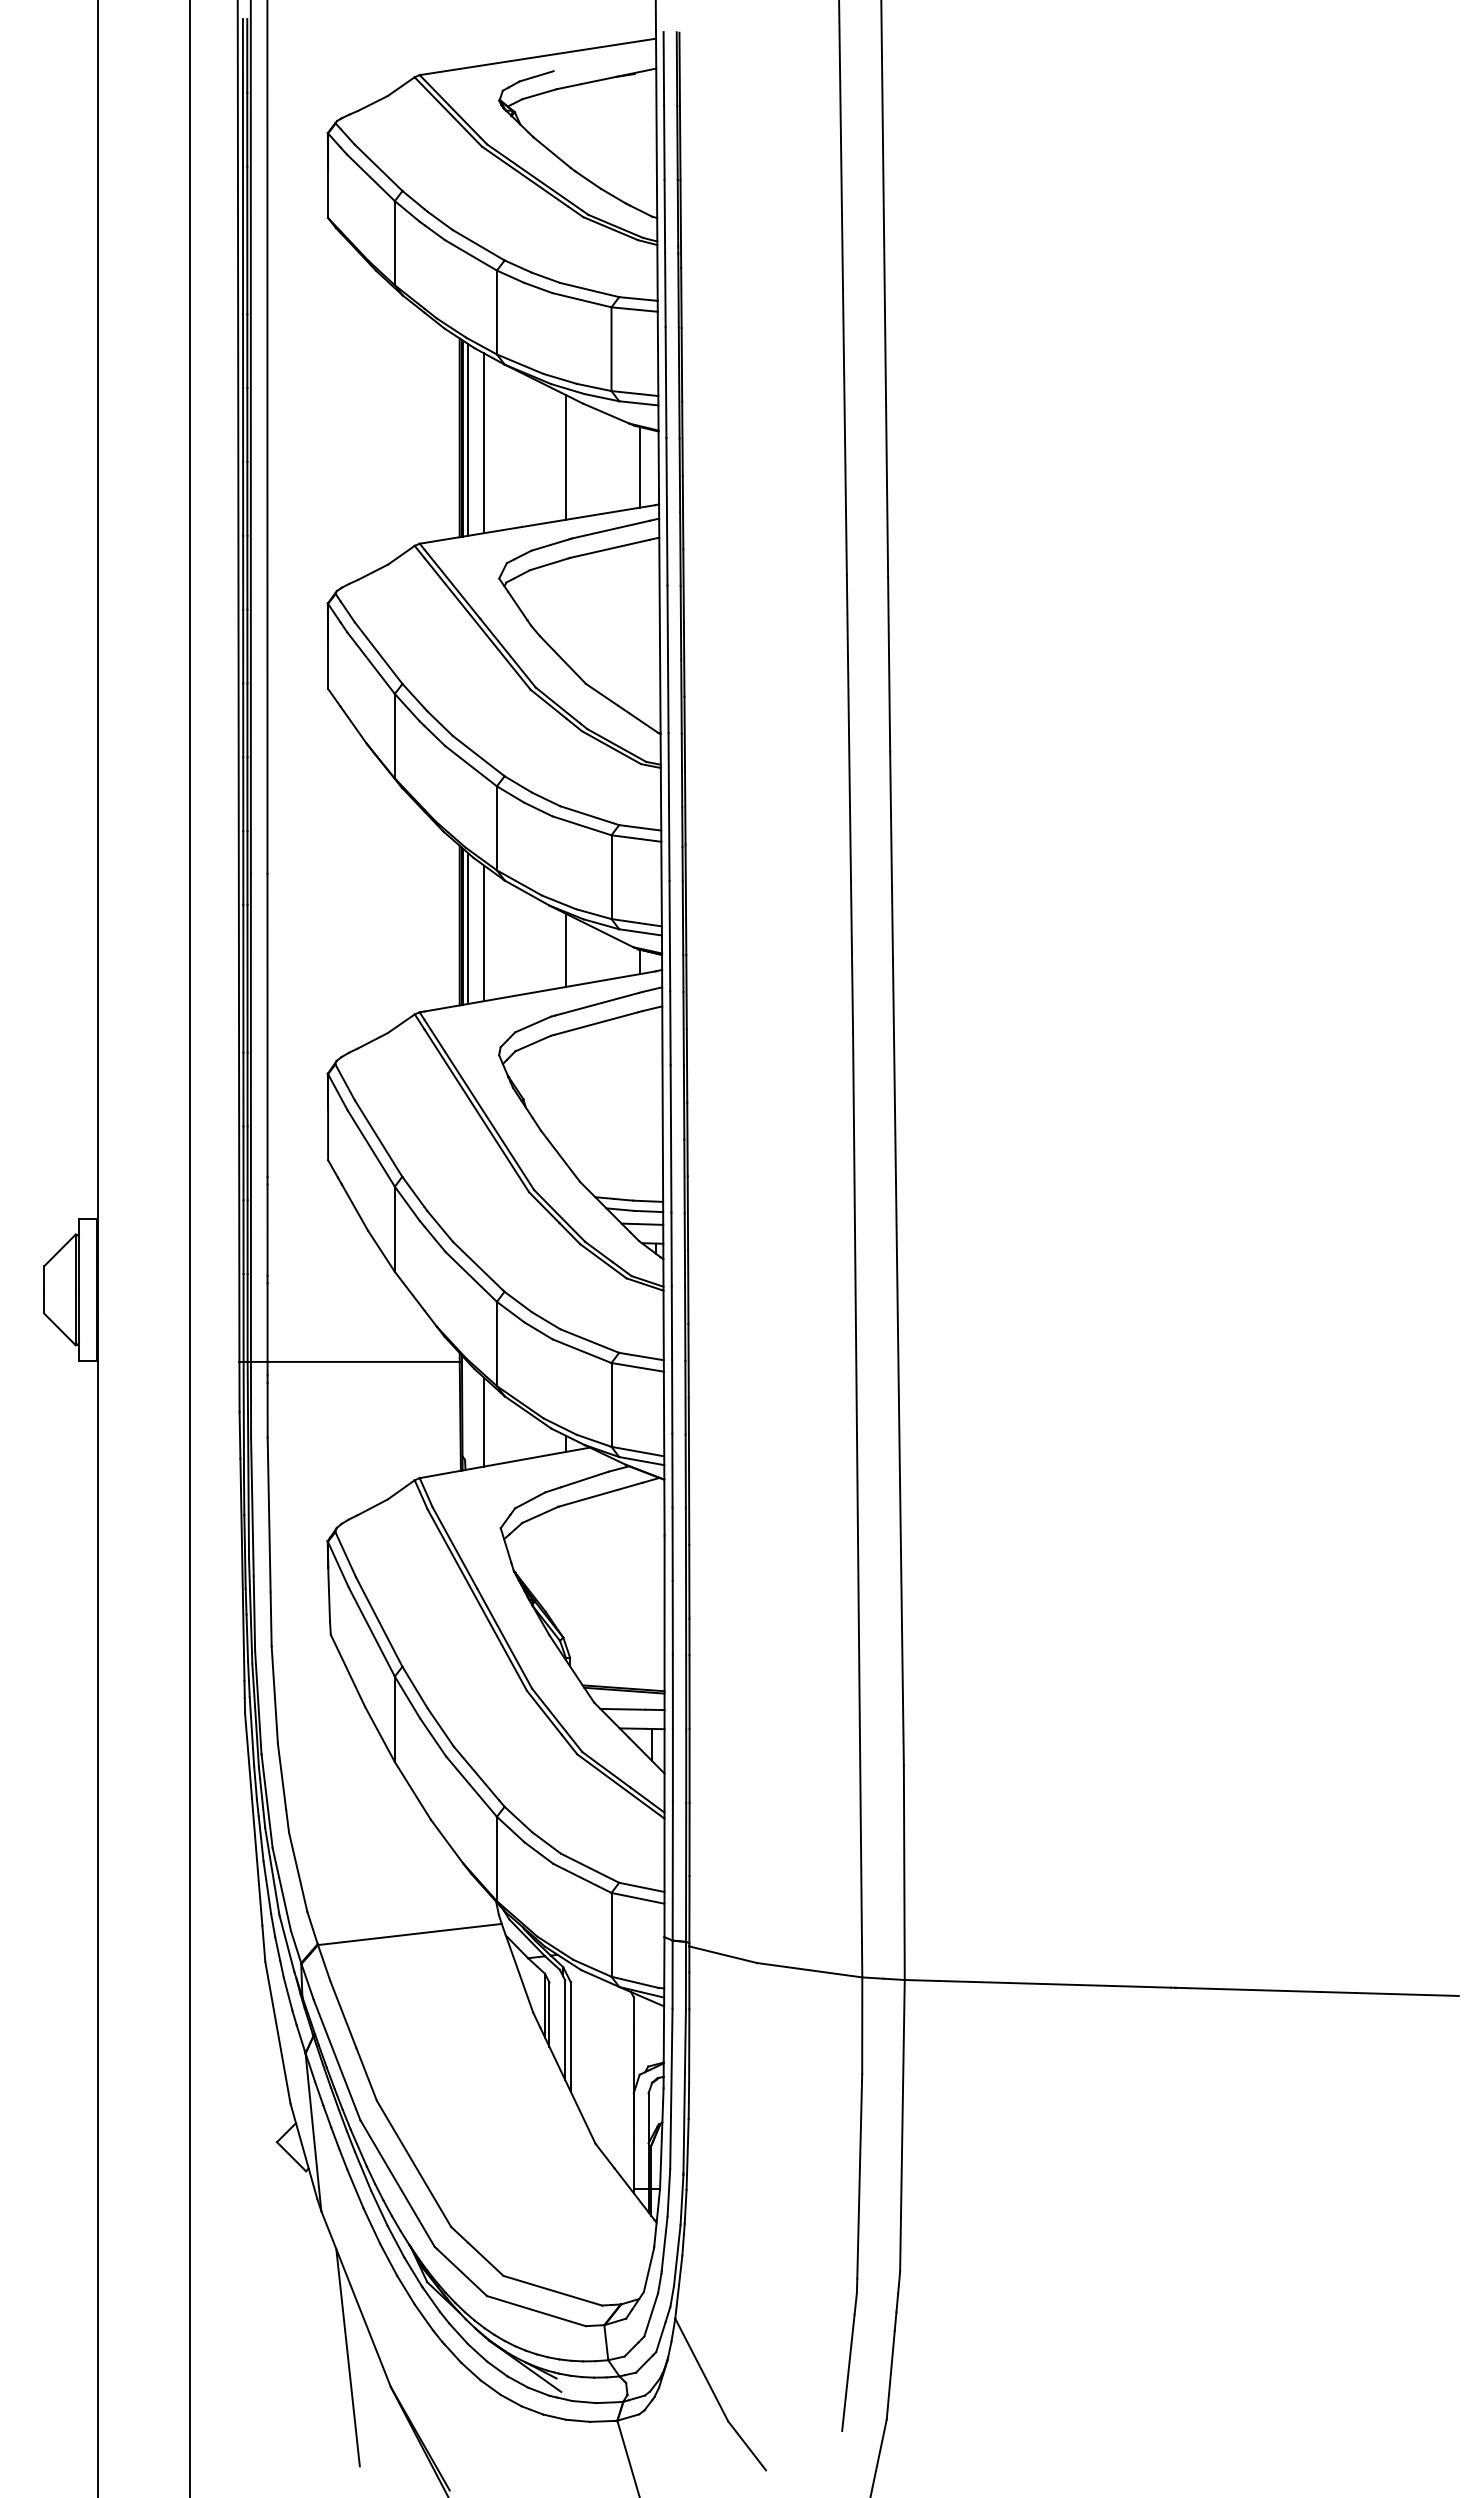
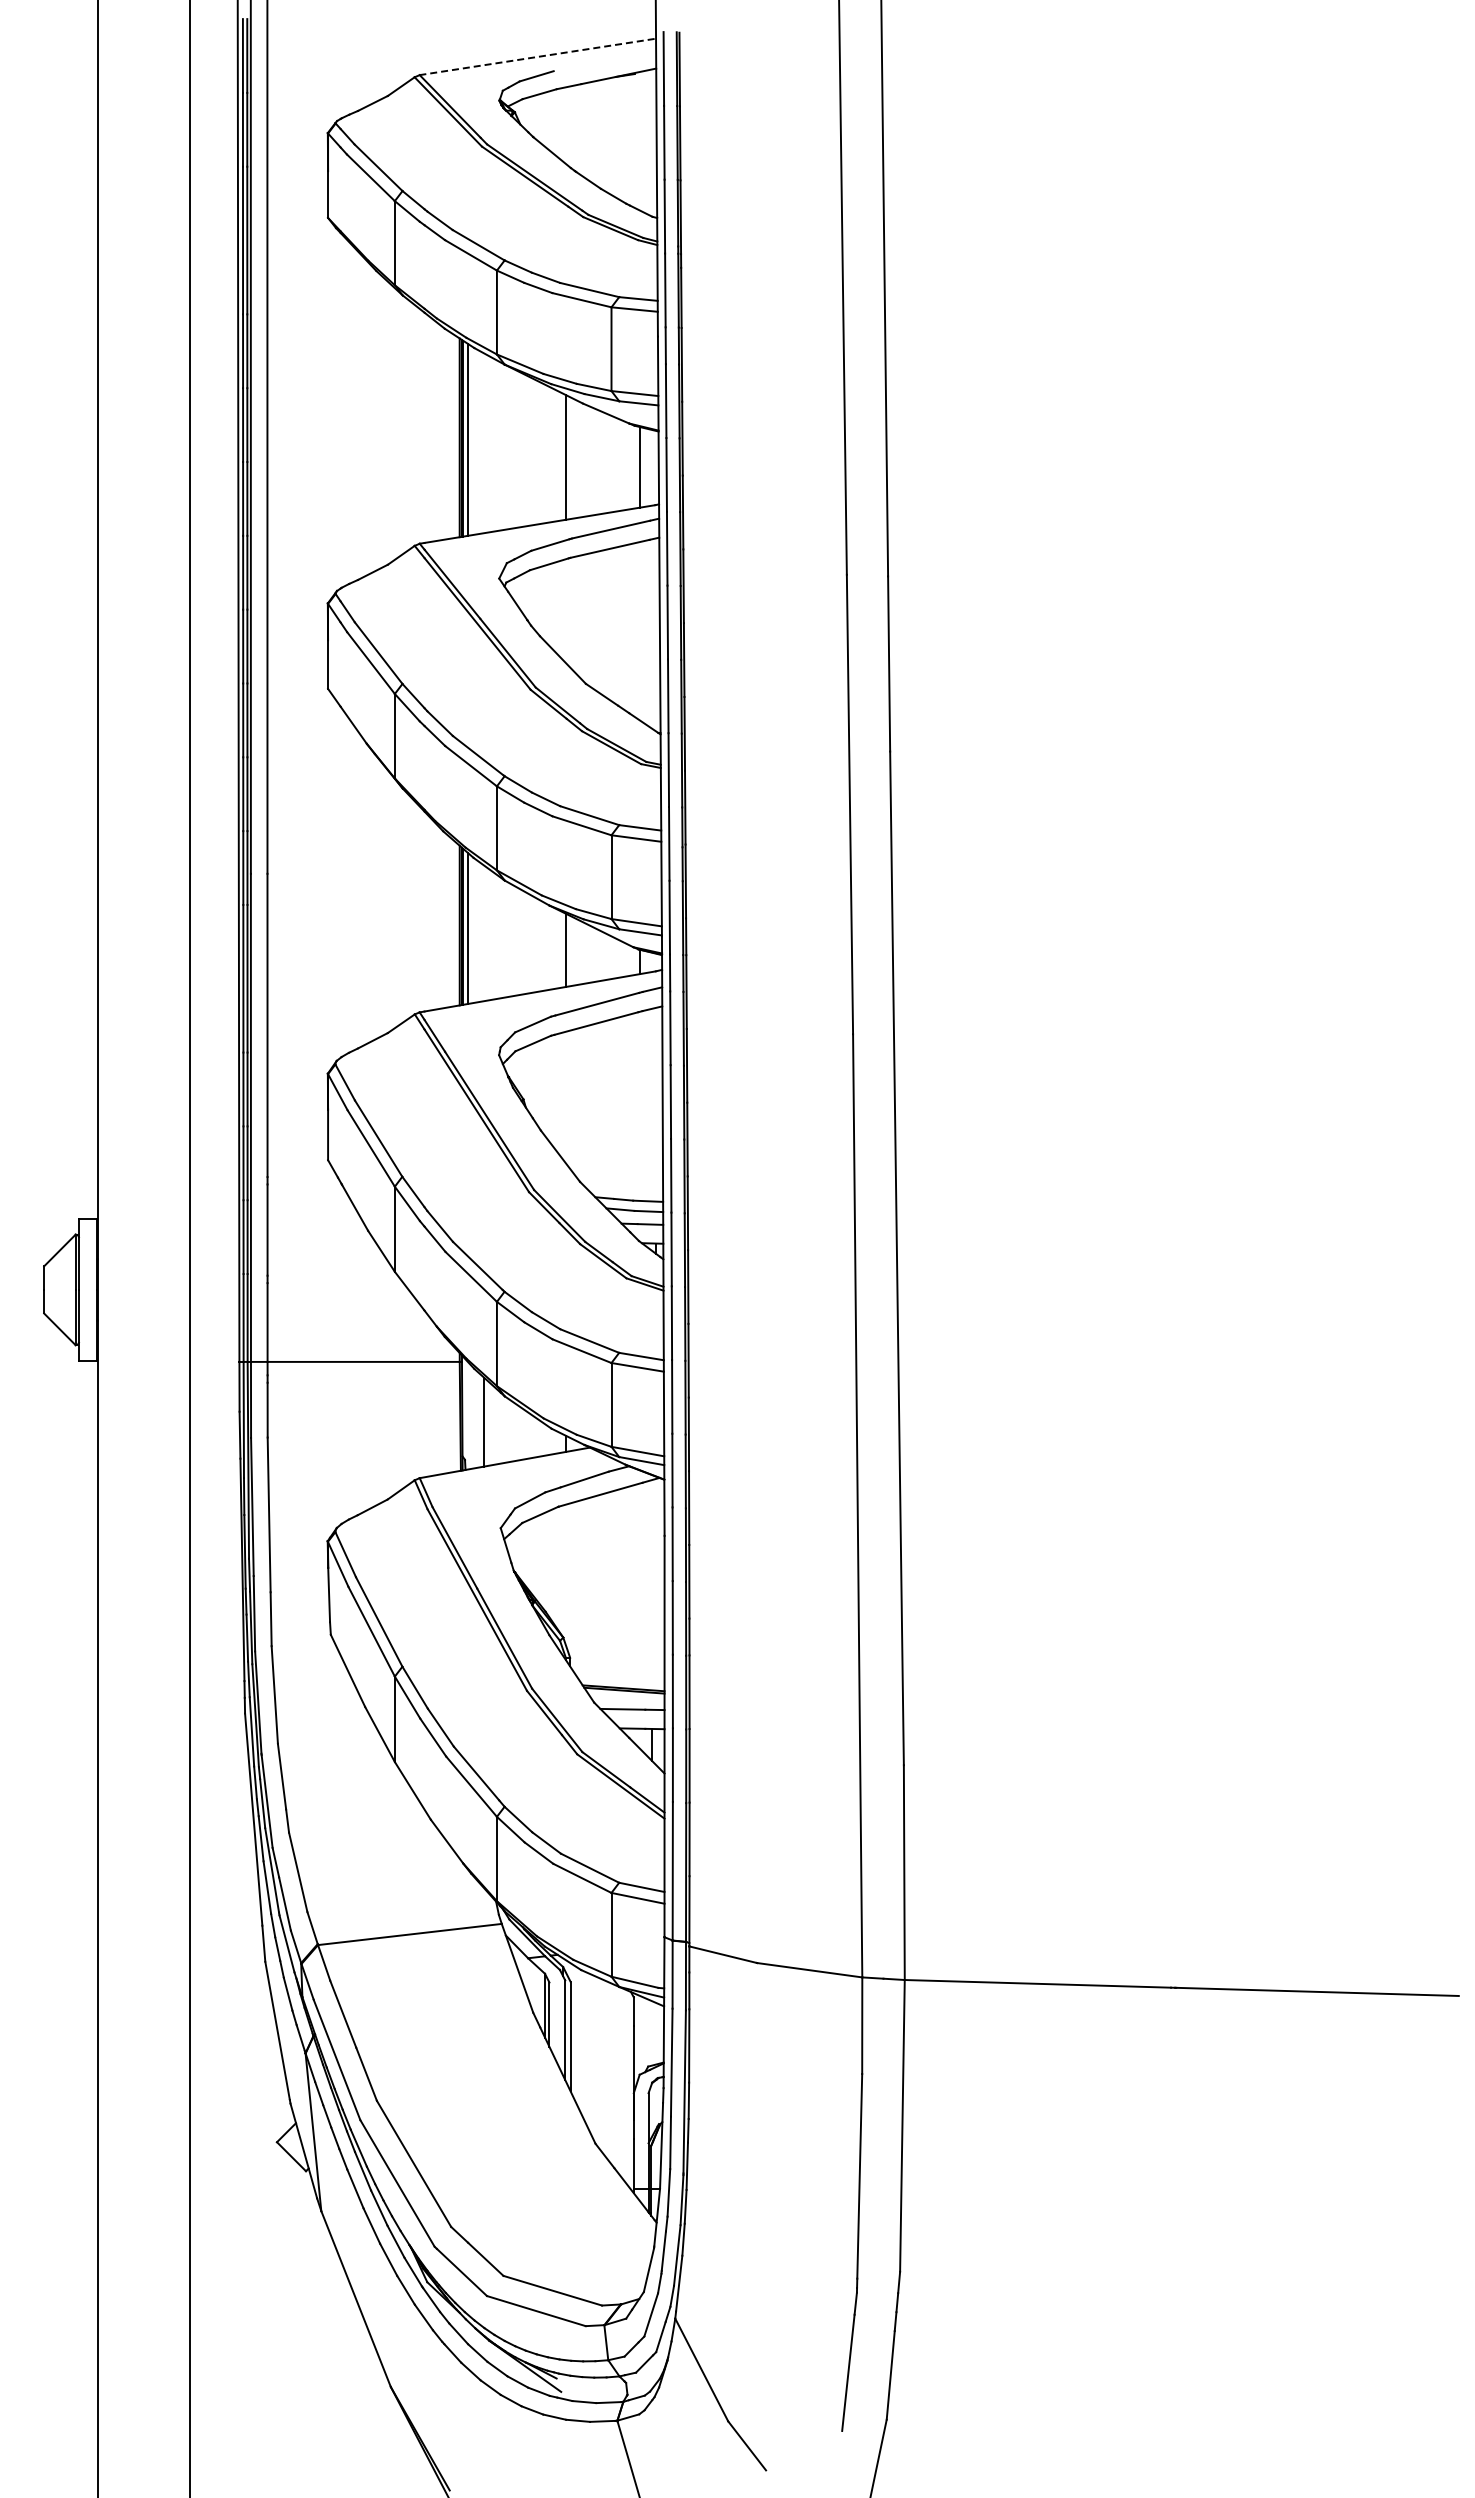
line at (537, 57): solid -> dashed
line at (484, 443): present -> none
line at (484, 933): present -> none
line at (347, 2357): present -> none
